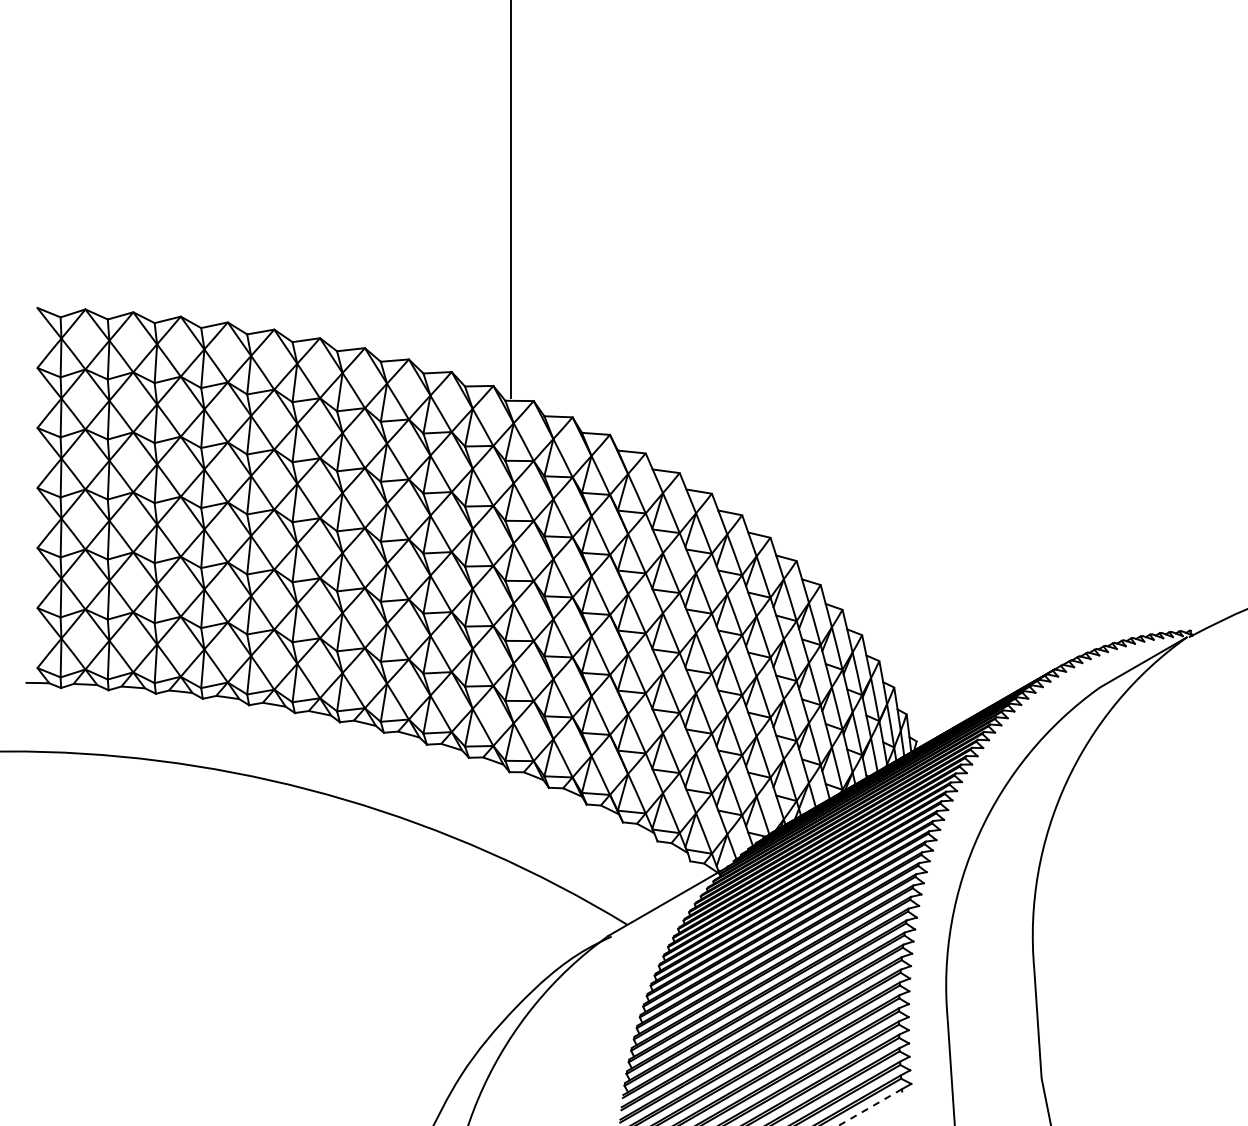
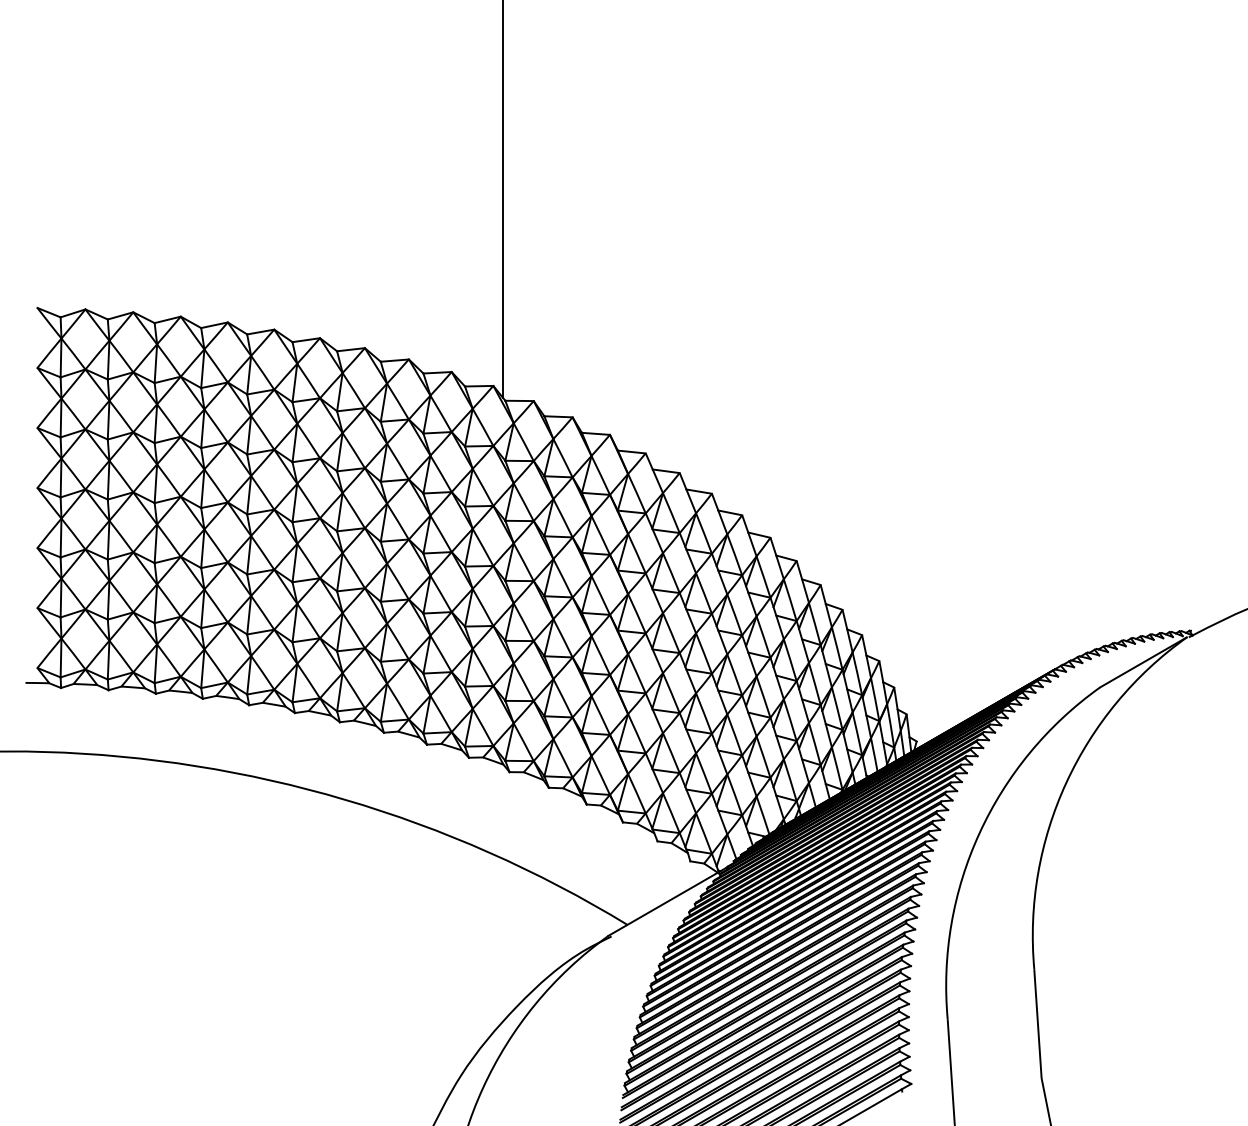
line at (511, 200) position: (511, 200) -> (503, 200)
line at (870, 1107): dashed -> solid
